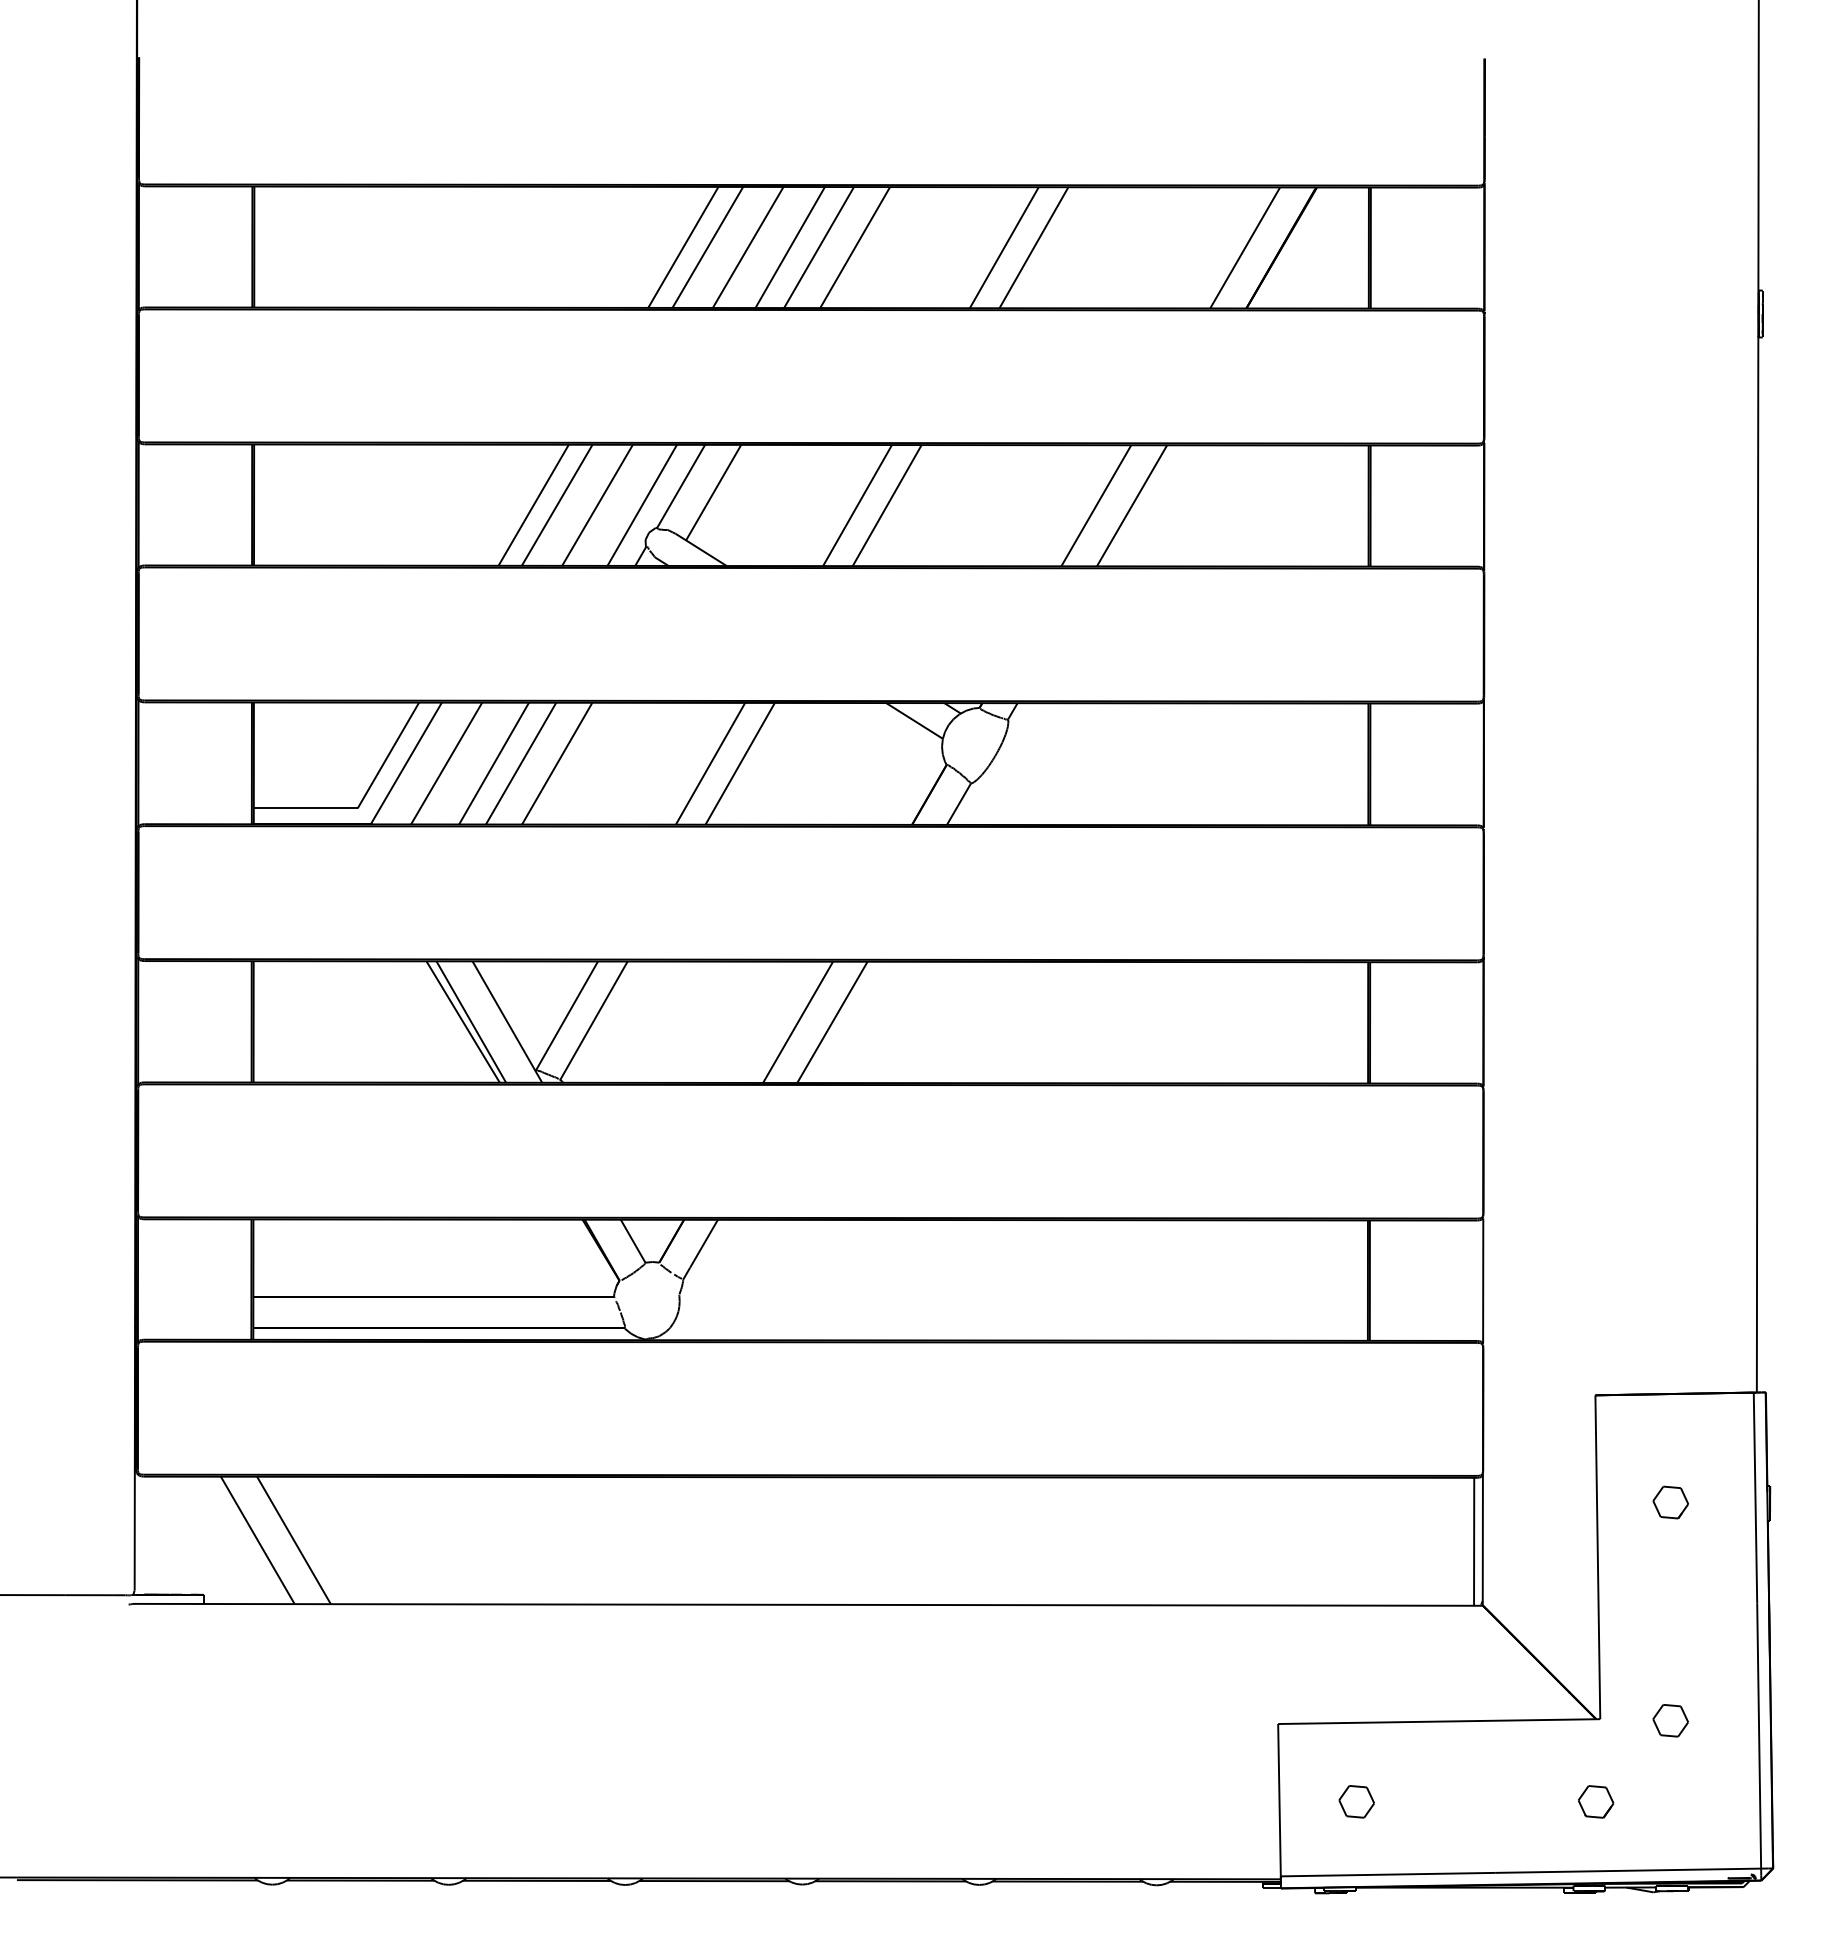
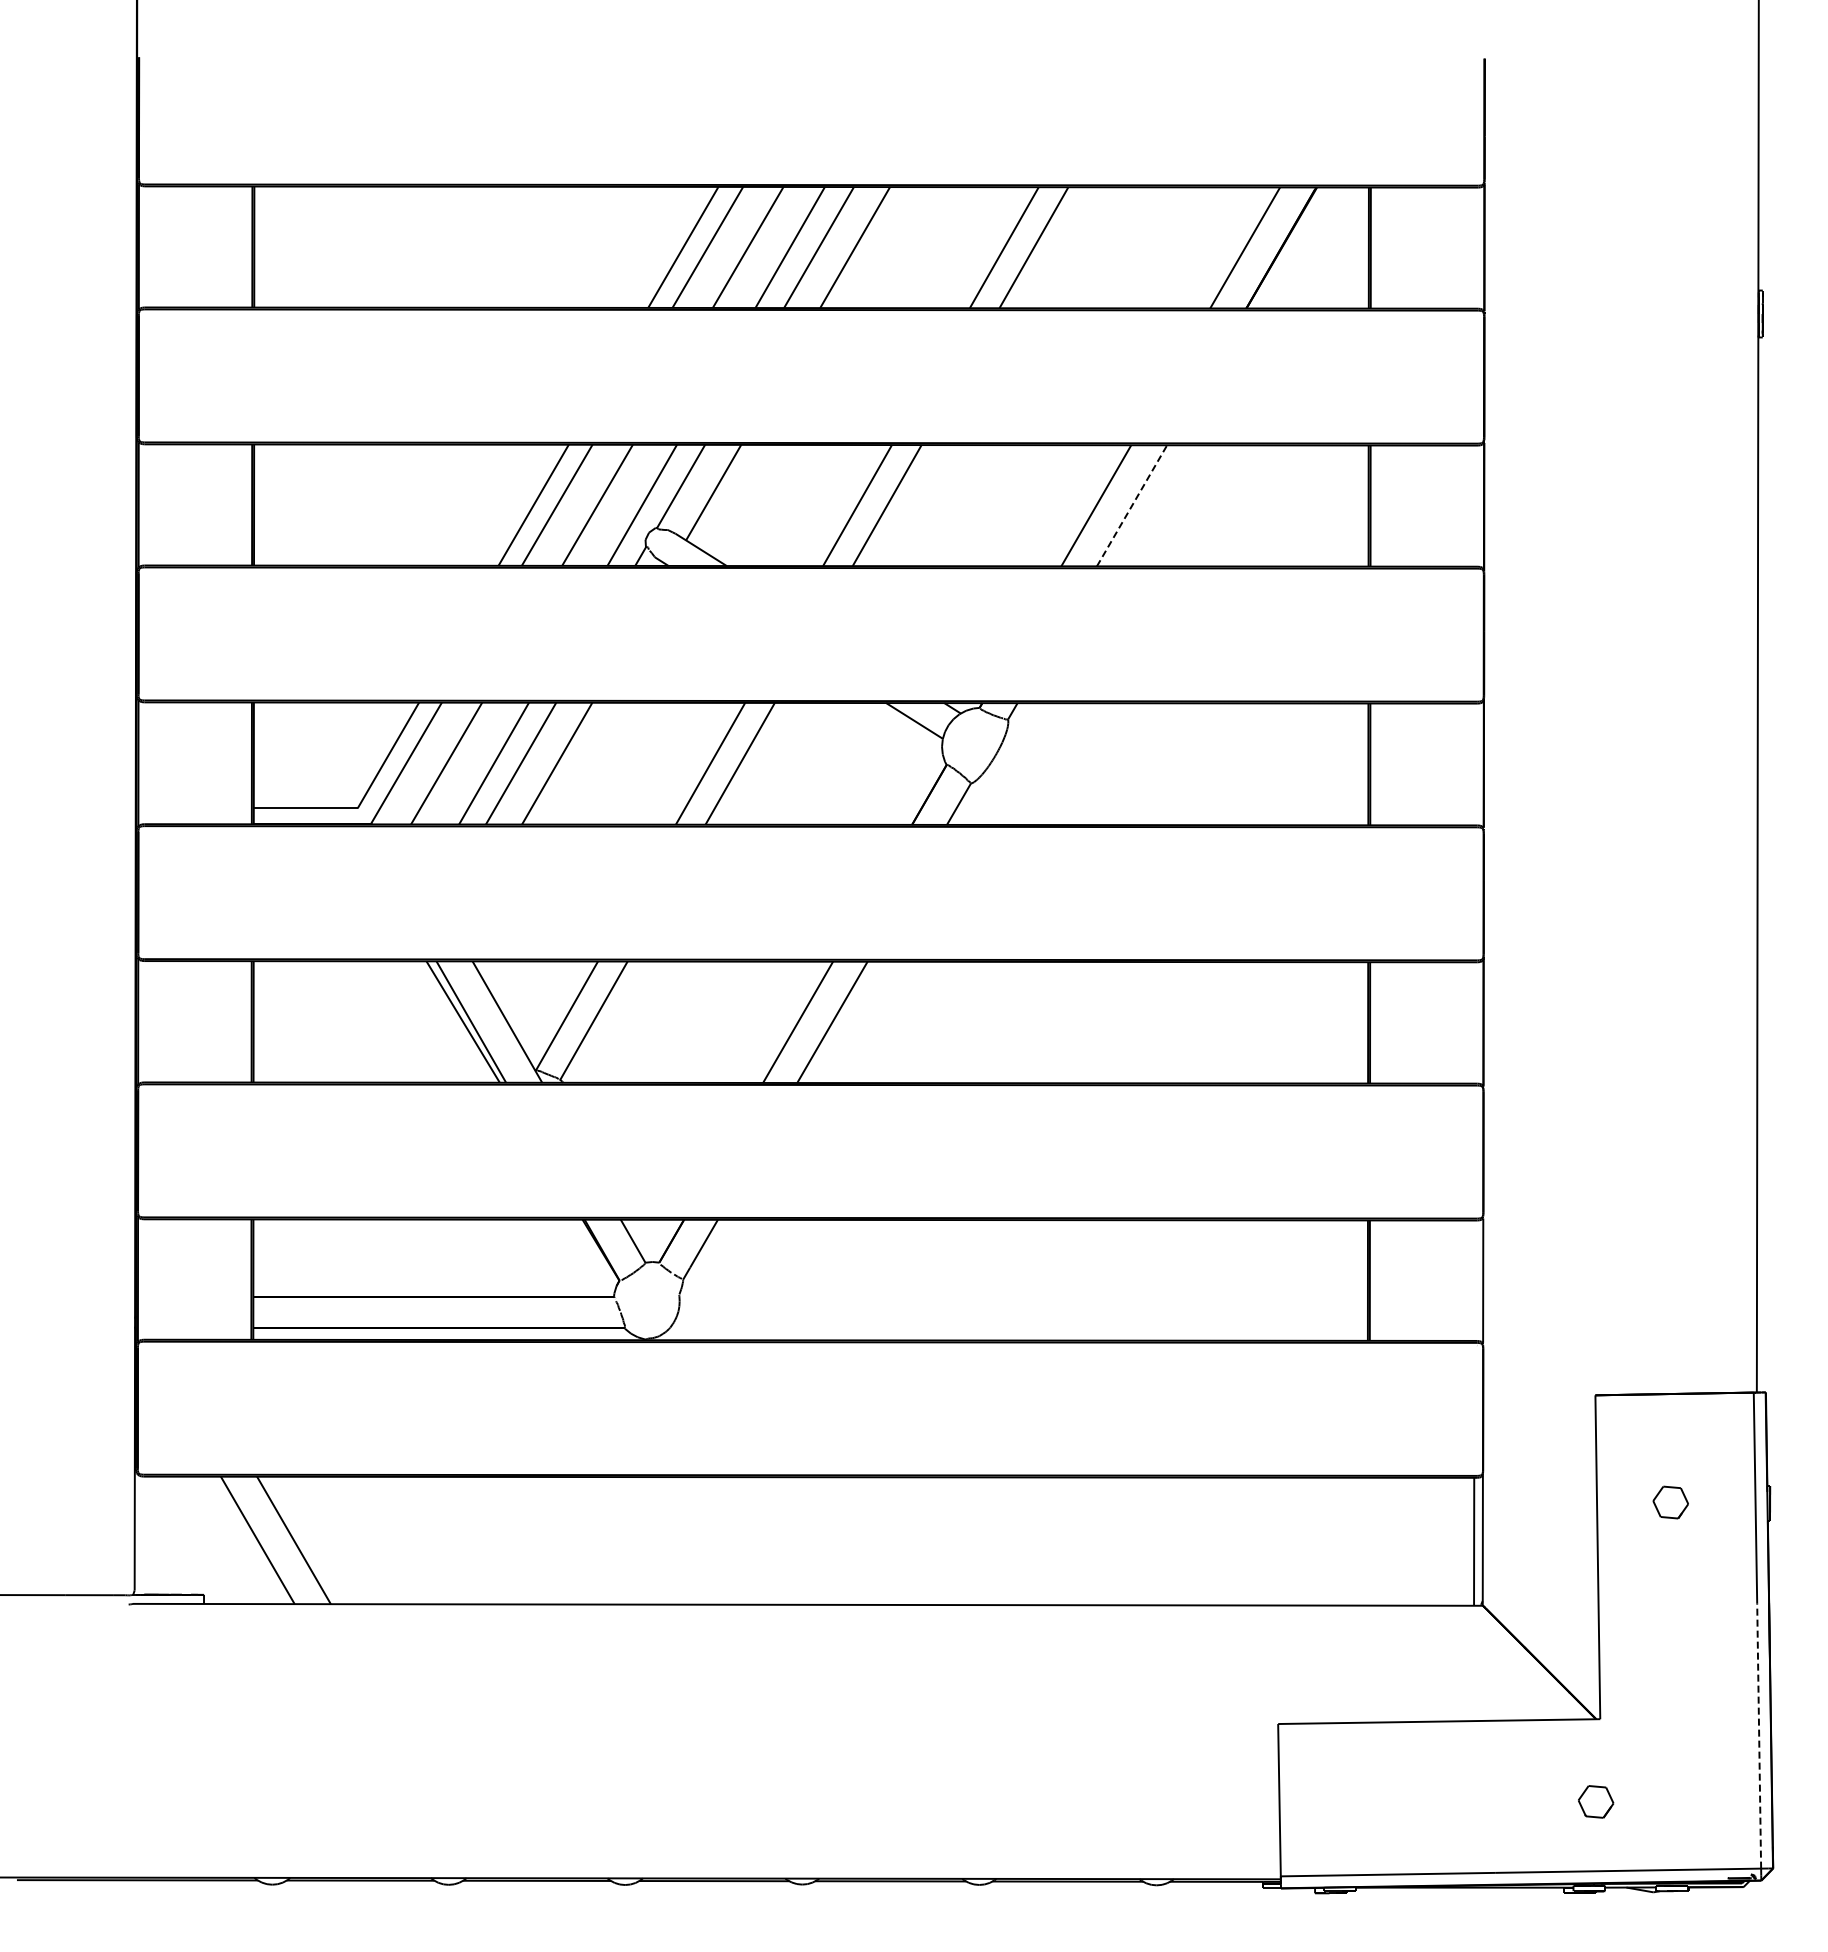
line at (1132, 505): solid -> dashed
part at (1670, 1720): present -> none
line at (1759, 1735): solid -> dashed
part at (1356, 1801): present -> none
